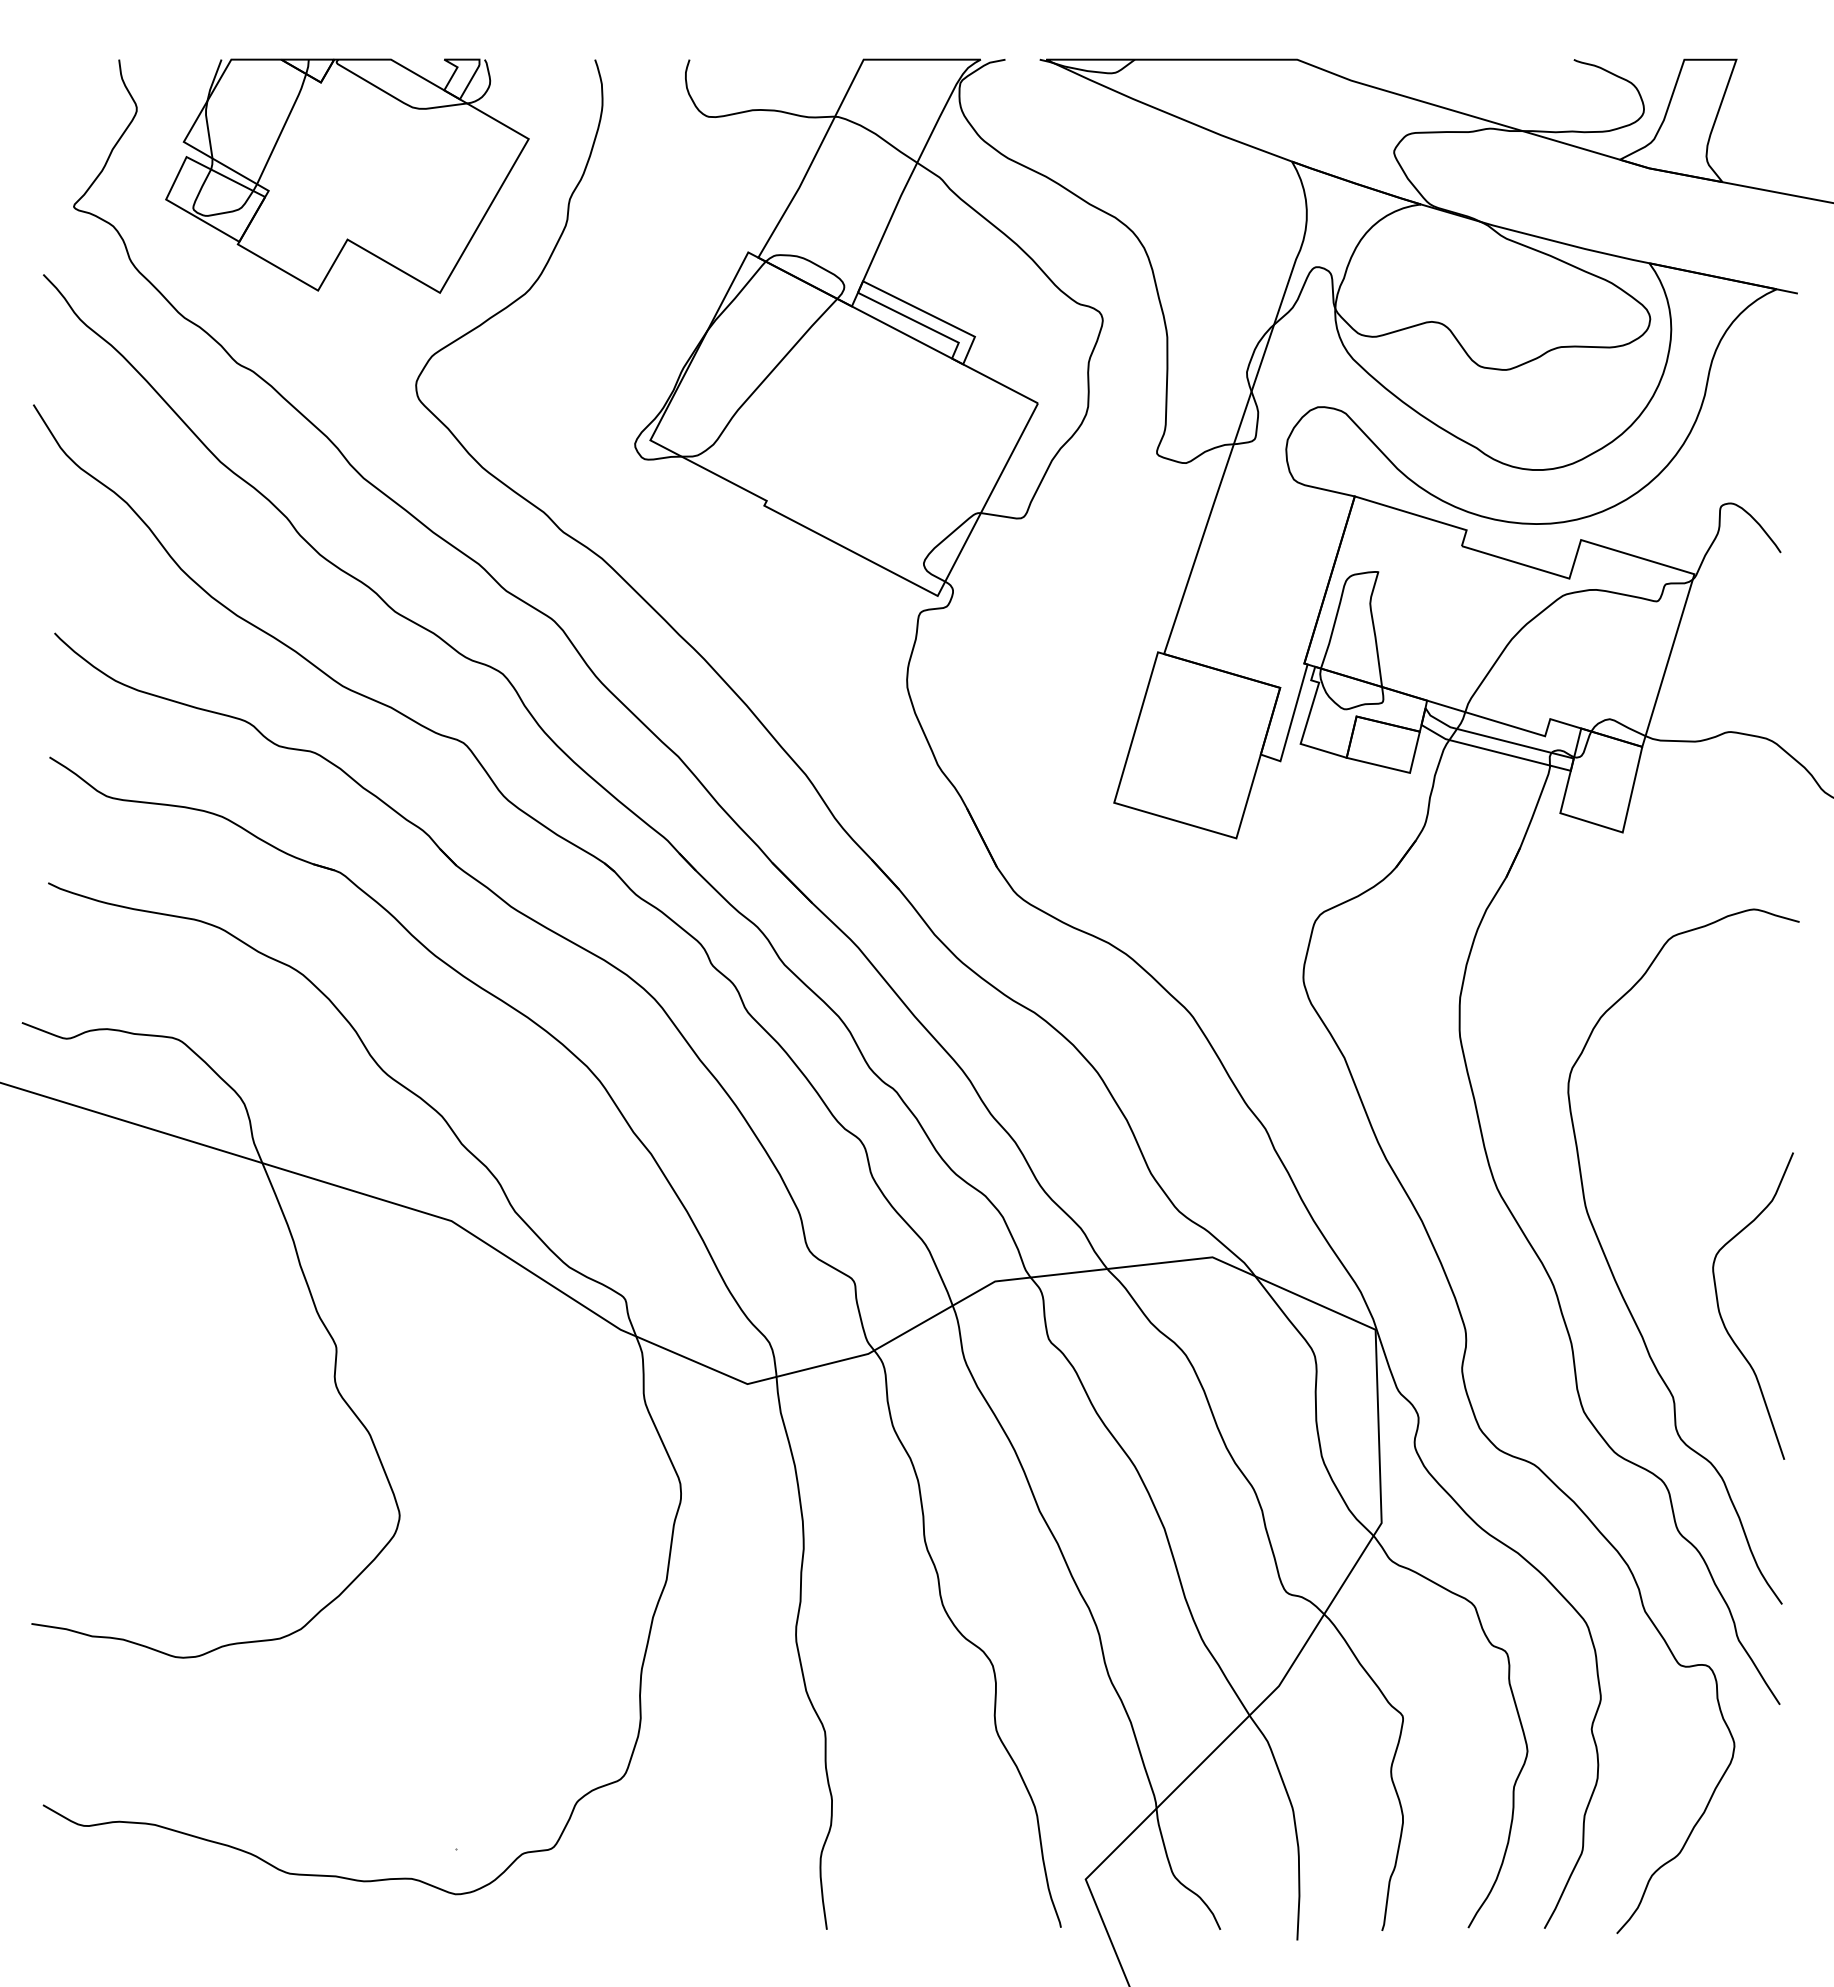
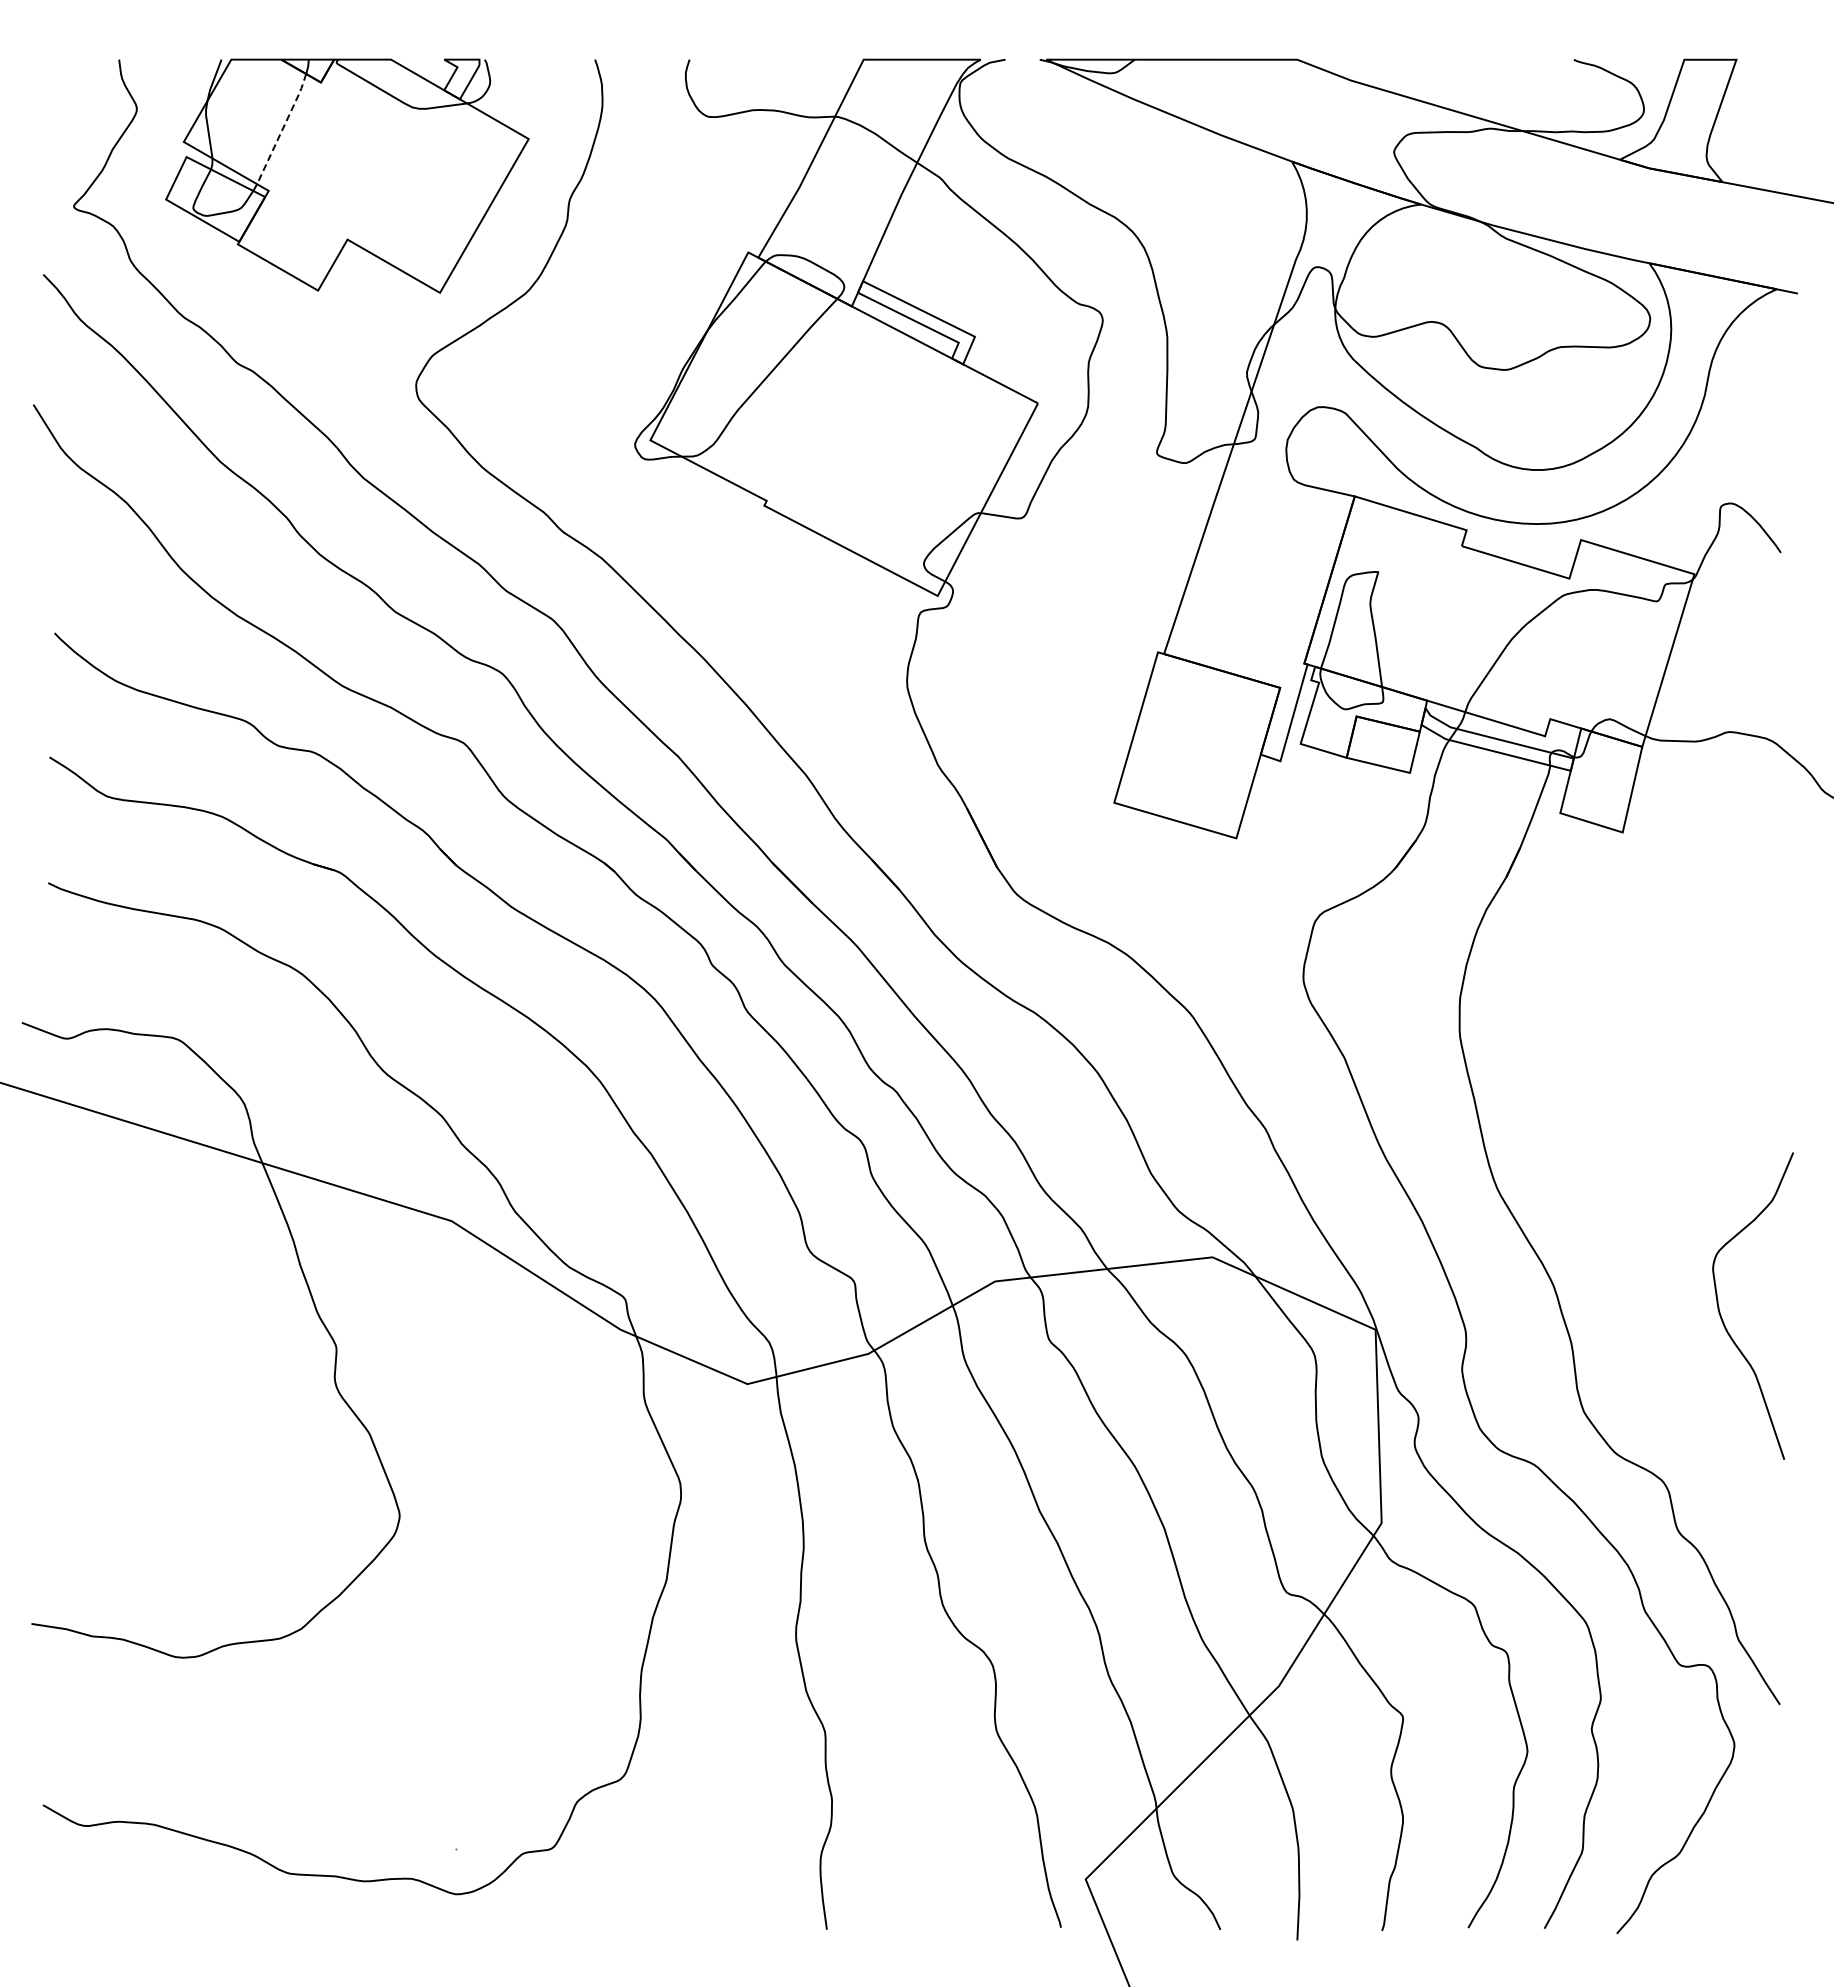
line at (283, 128): solid -> dashed
curve at (1617, 1282): present -> none
